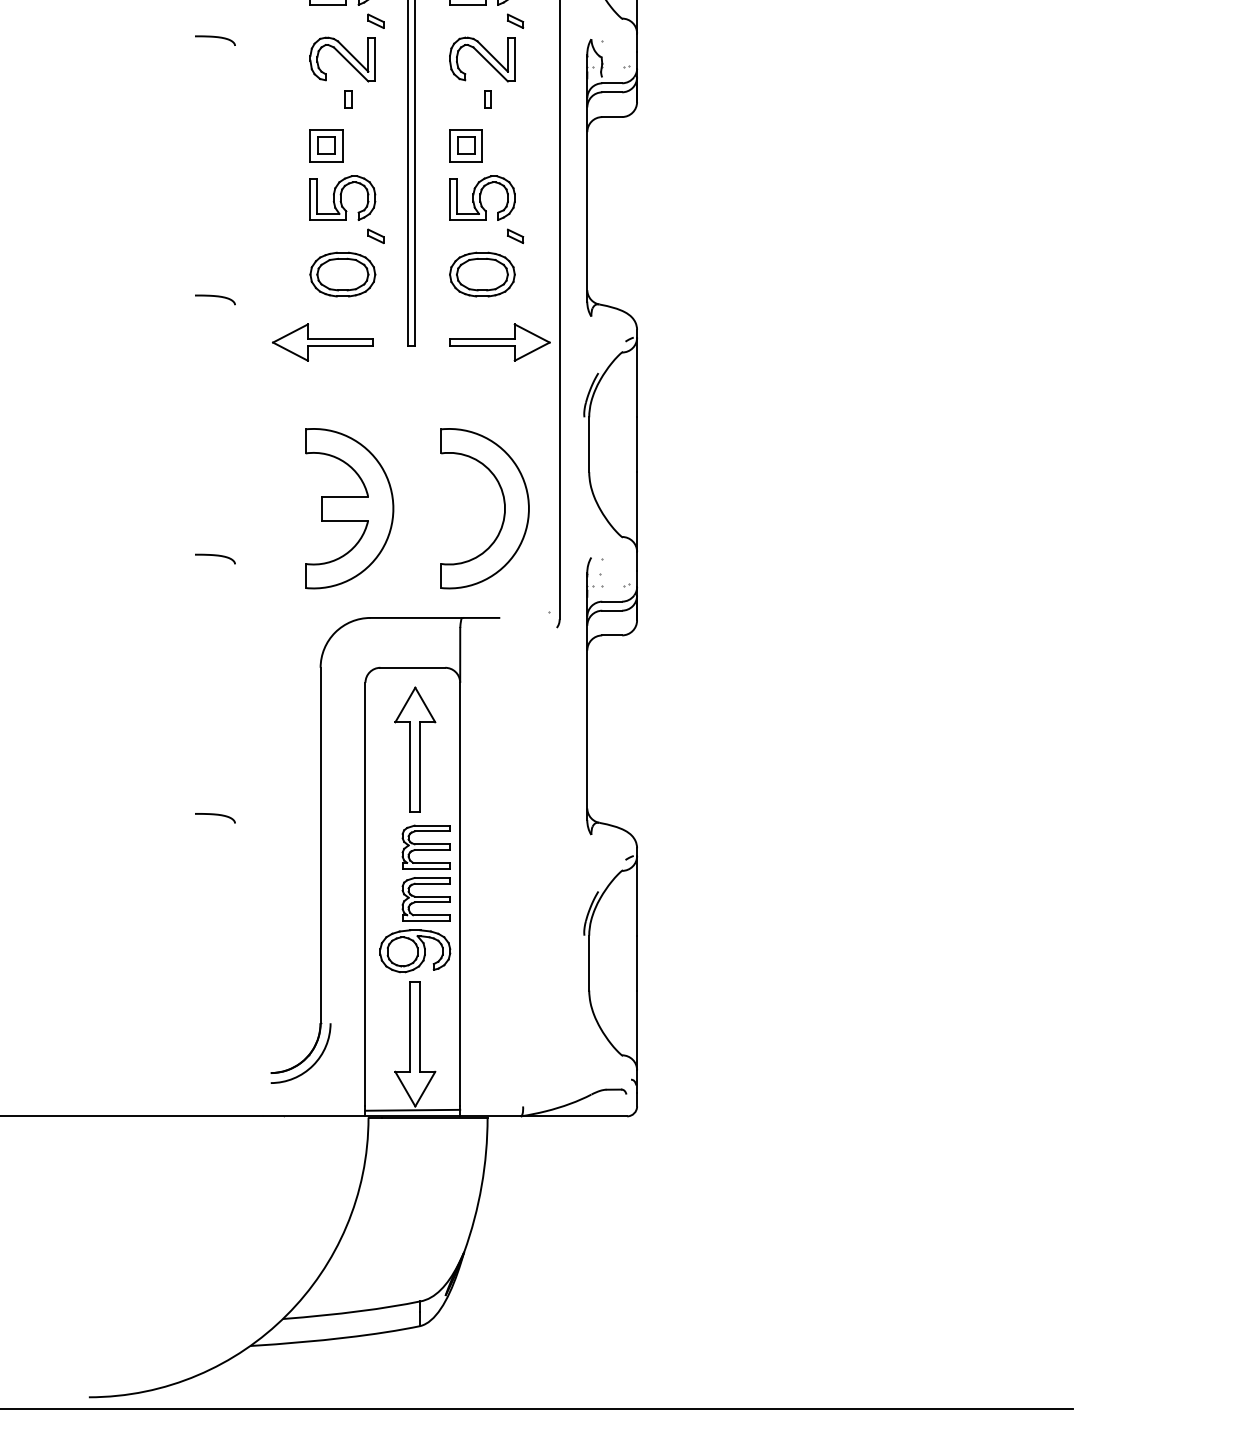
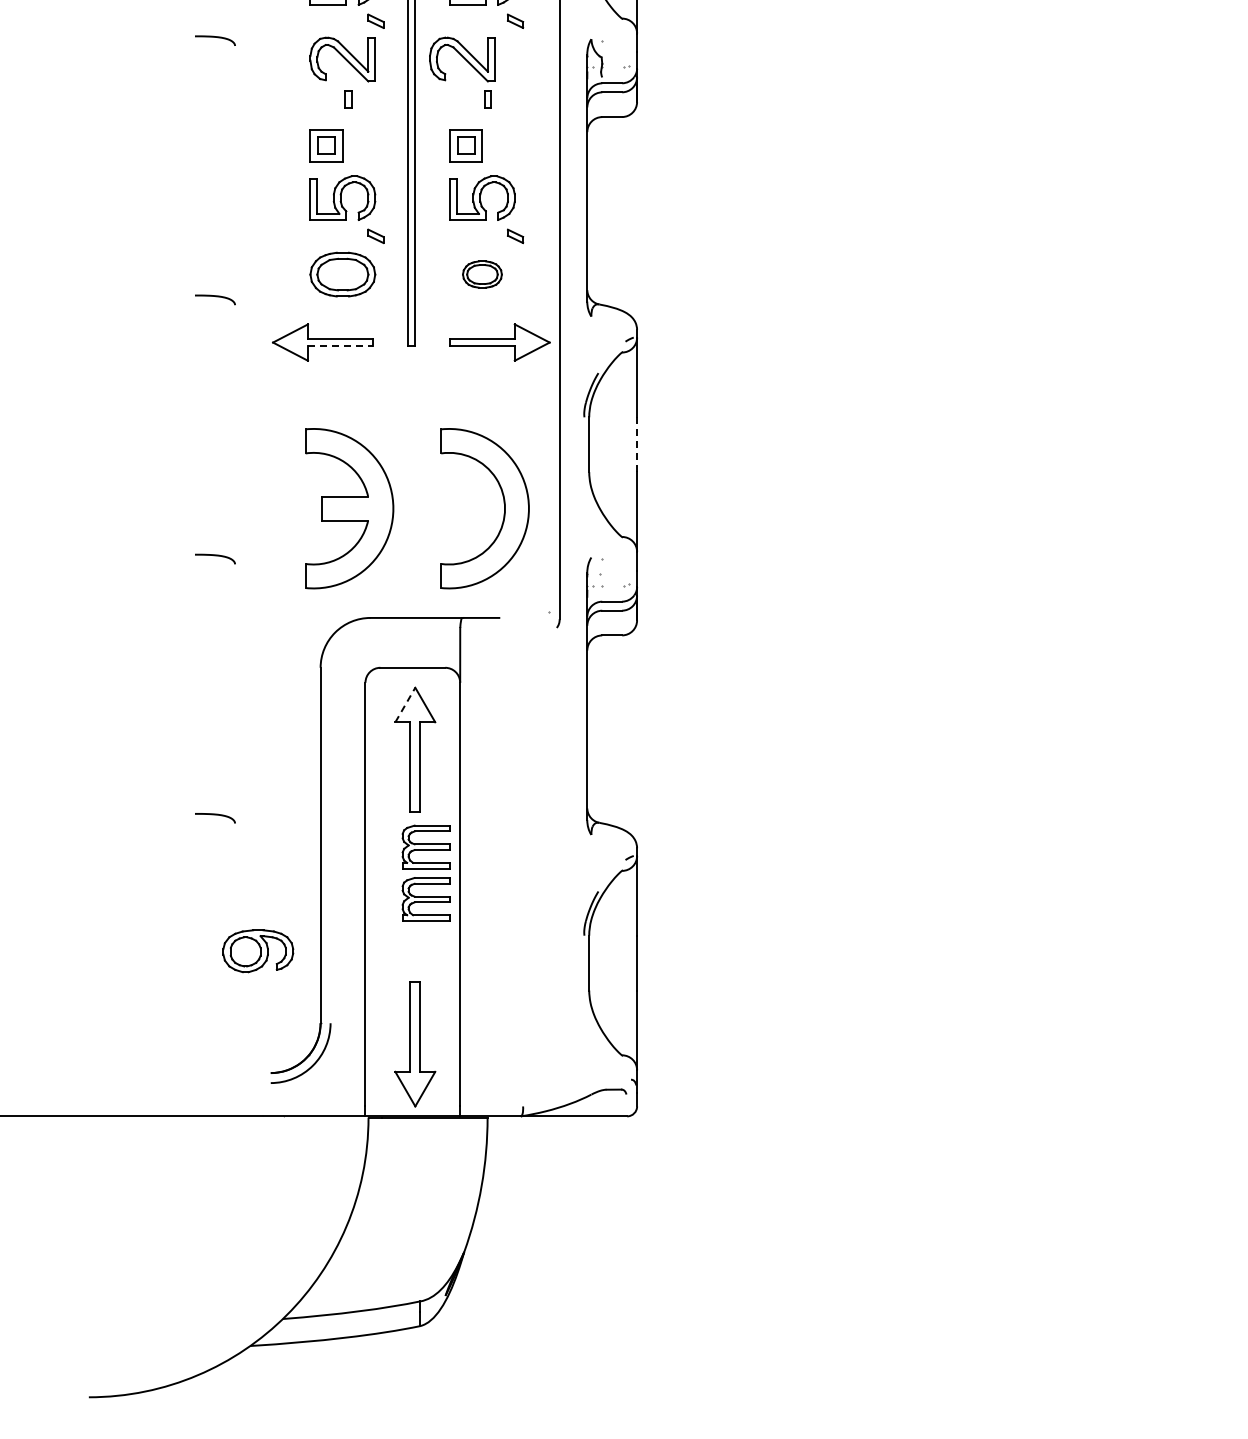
part at (482, 59) position: (482, 59) -> (462, 59)
part at (482, 274) size: 67x47 px -> 41x29 px
line at (340, 346): solid -> dashed
line at (637, 445): solid -> dashed
line at (405, 705): solid -> dashed
part at (415, 951) position: (415, 951) -> (258, 951)
line at (412, 1109): present -> none
line at (537, 1409): present -> none
